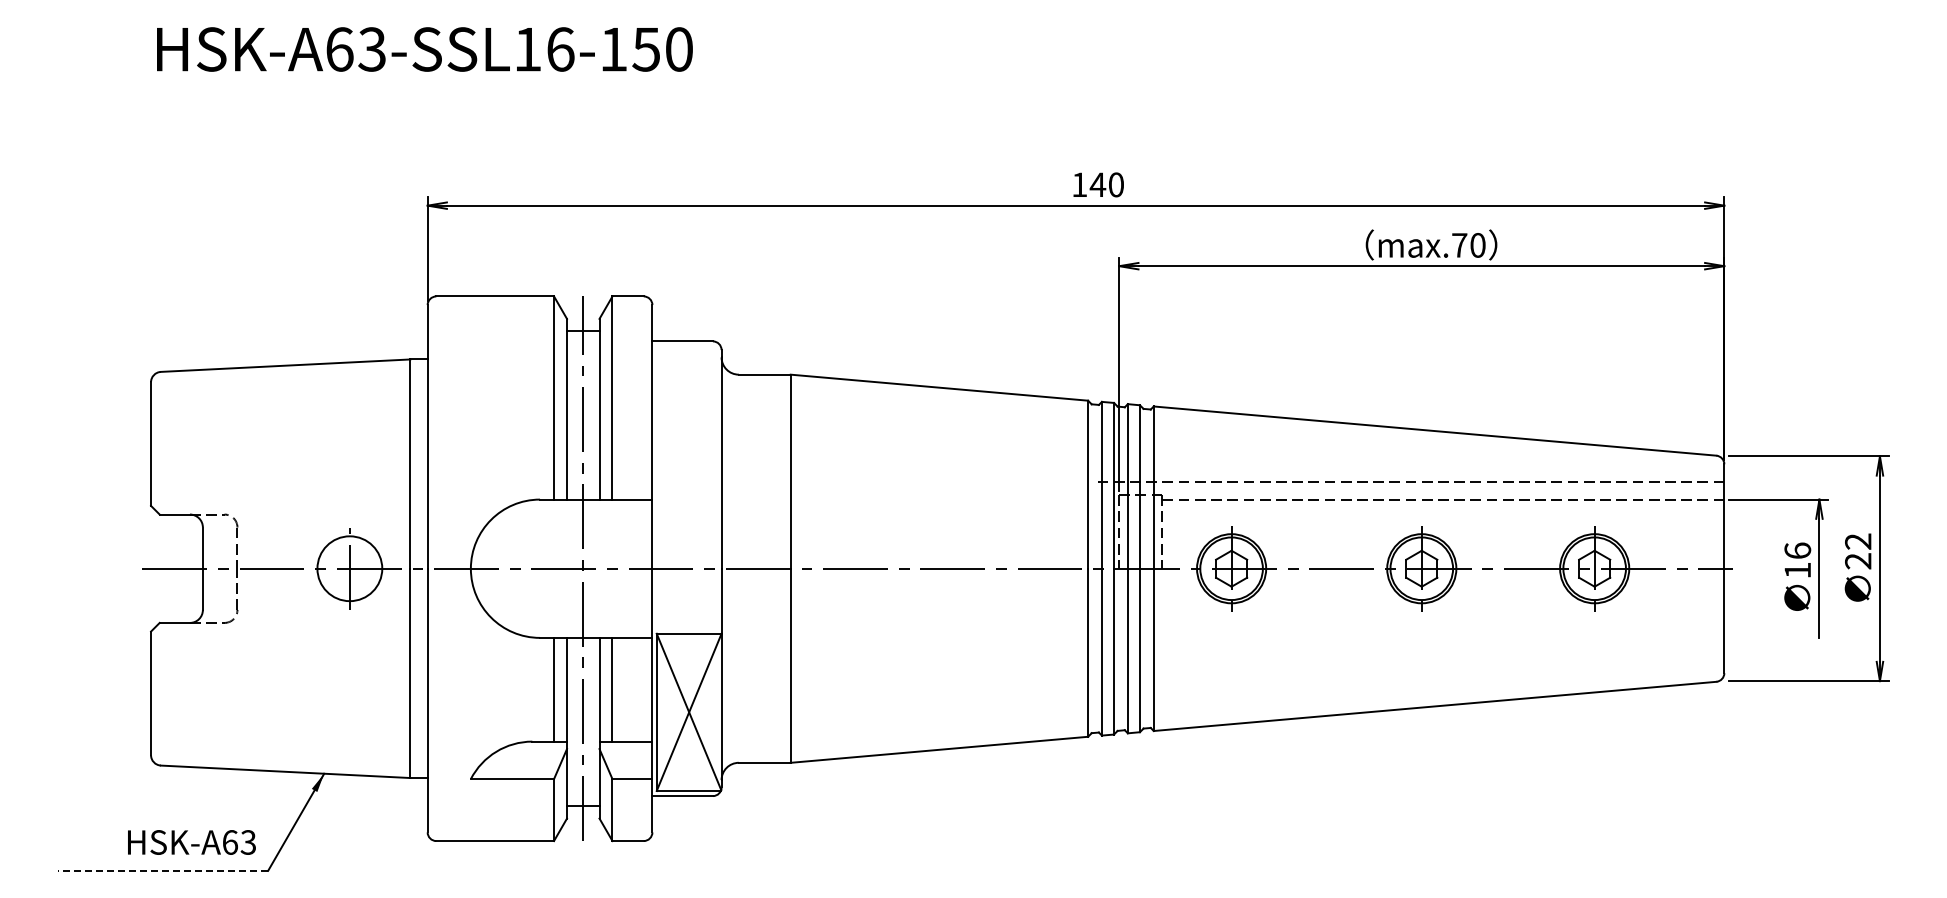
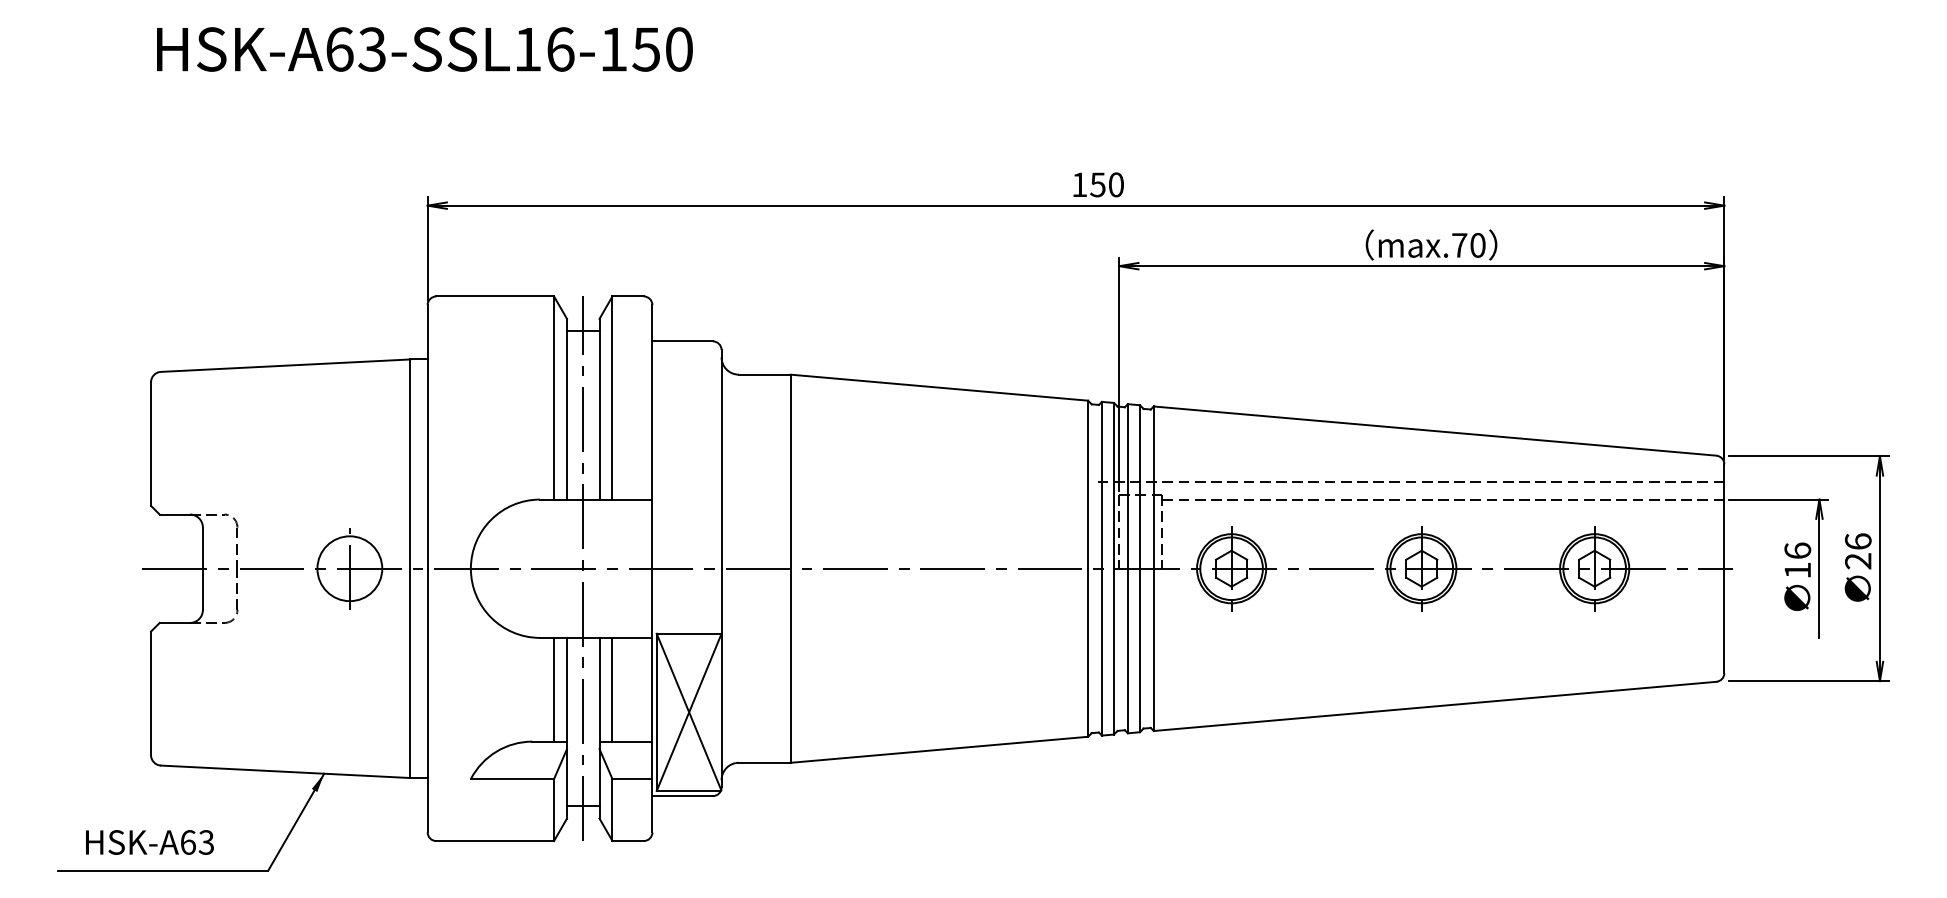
text at (1097, 184): 140 -> 150
text at (1858, 541): 22 -> 26
text at (191, 842) position: (191, 842) -> (149, 842)
line at (163, 870): dashed -> solid
